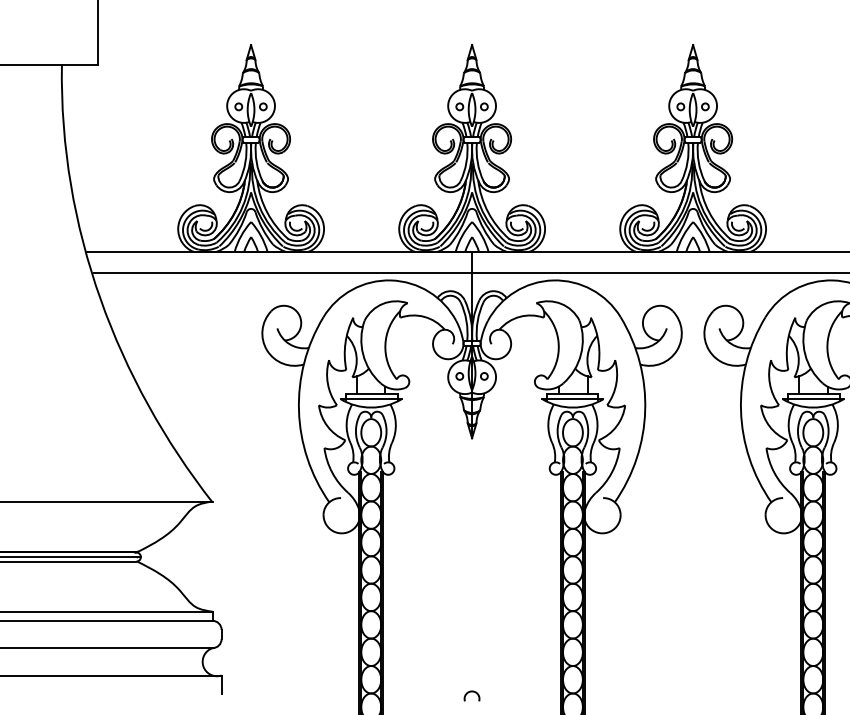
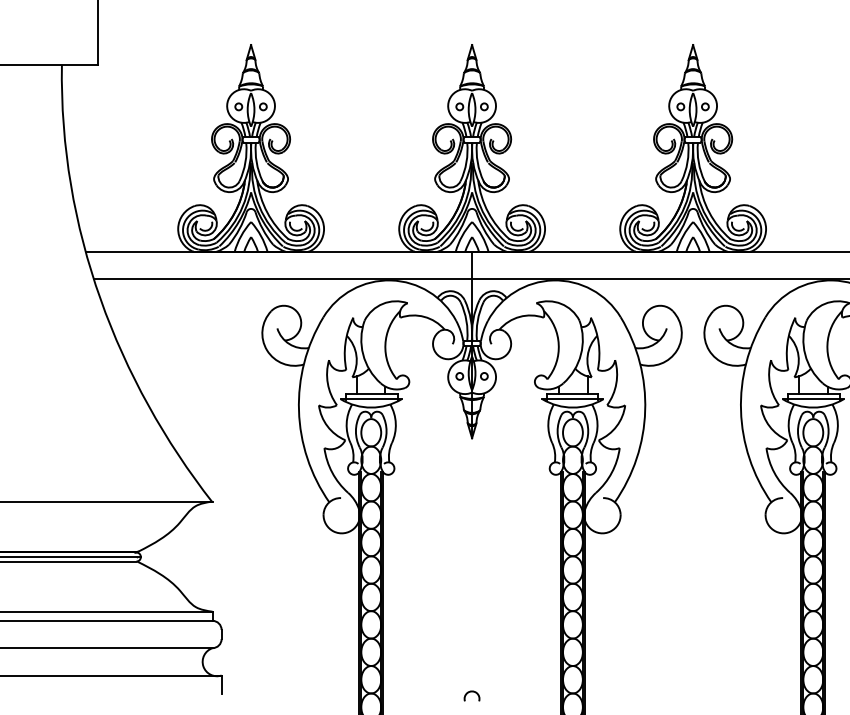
line at (469, 273) position: (469, 273) -> (469, 279)
